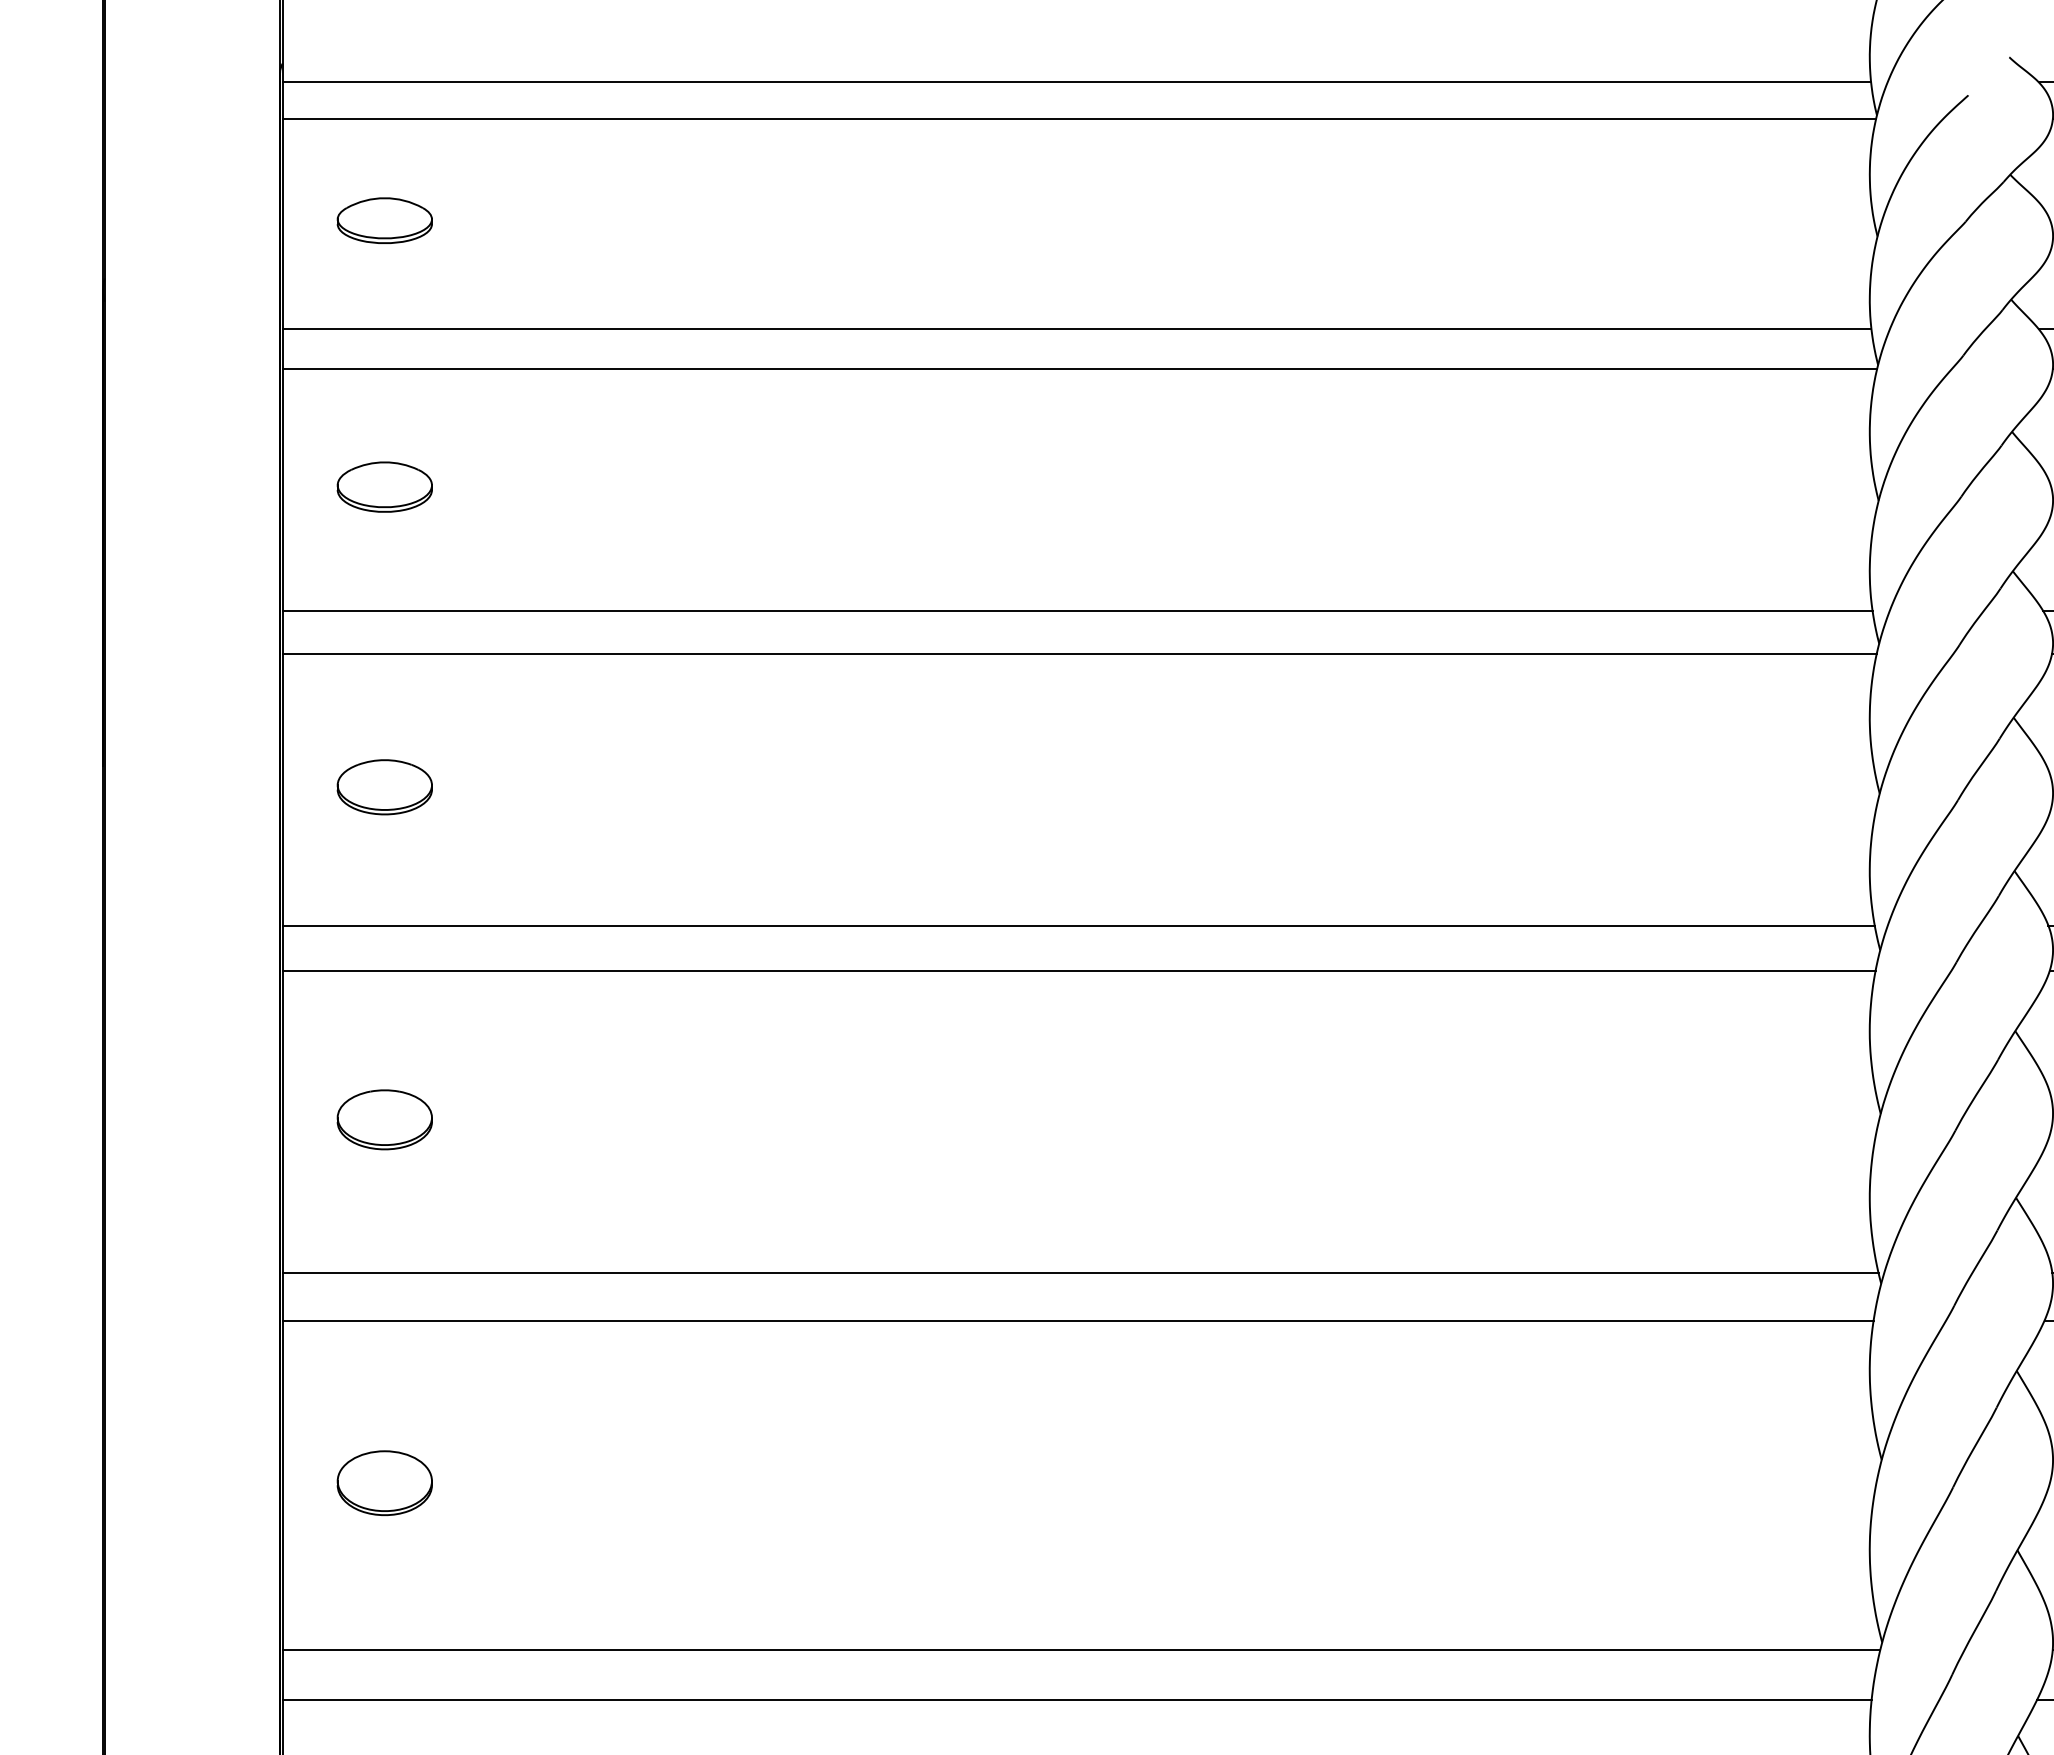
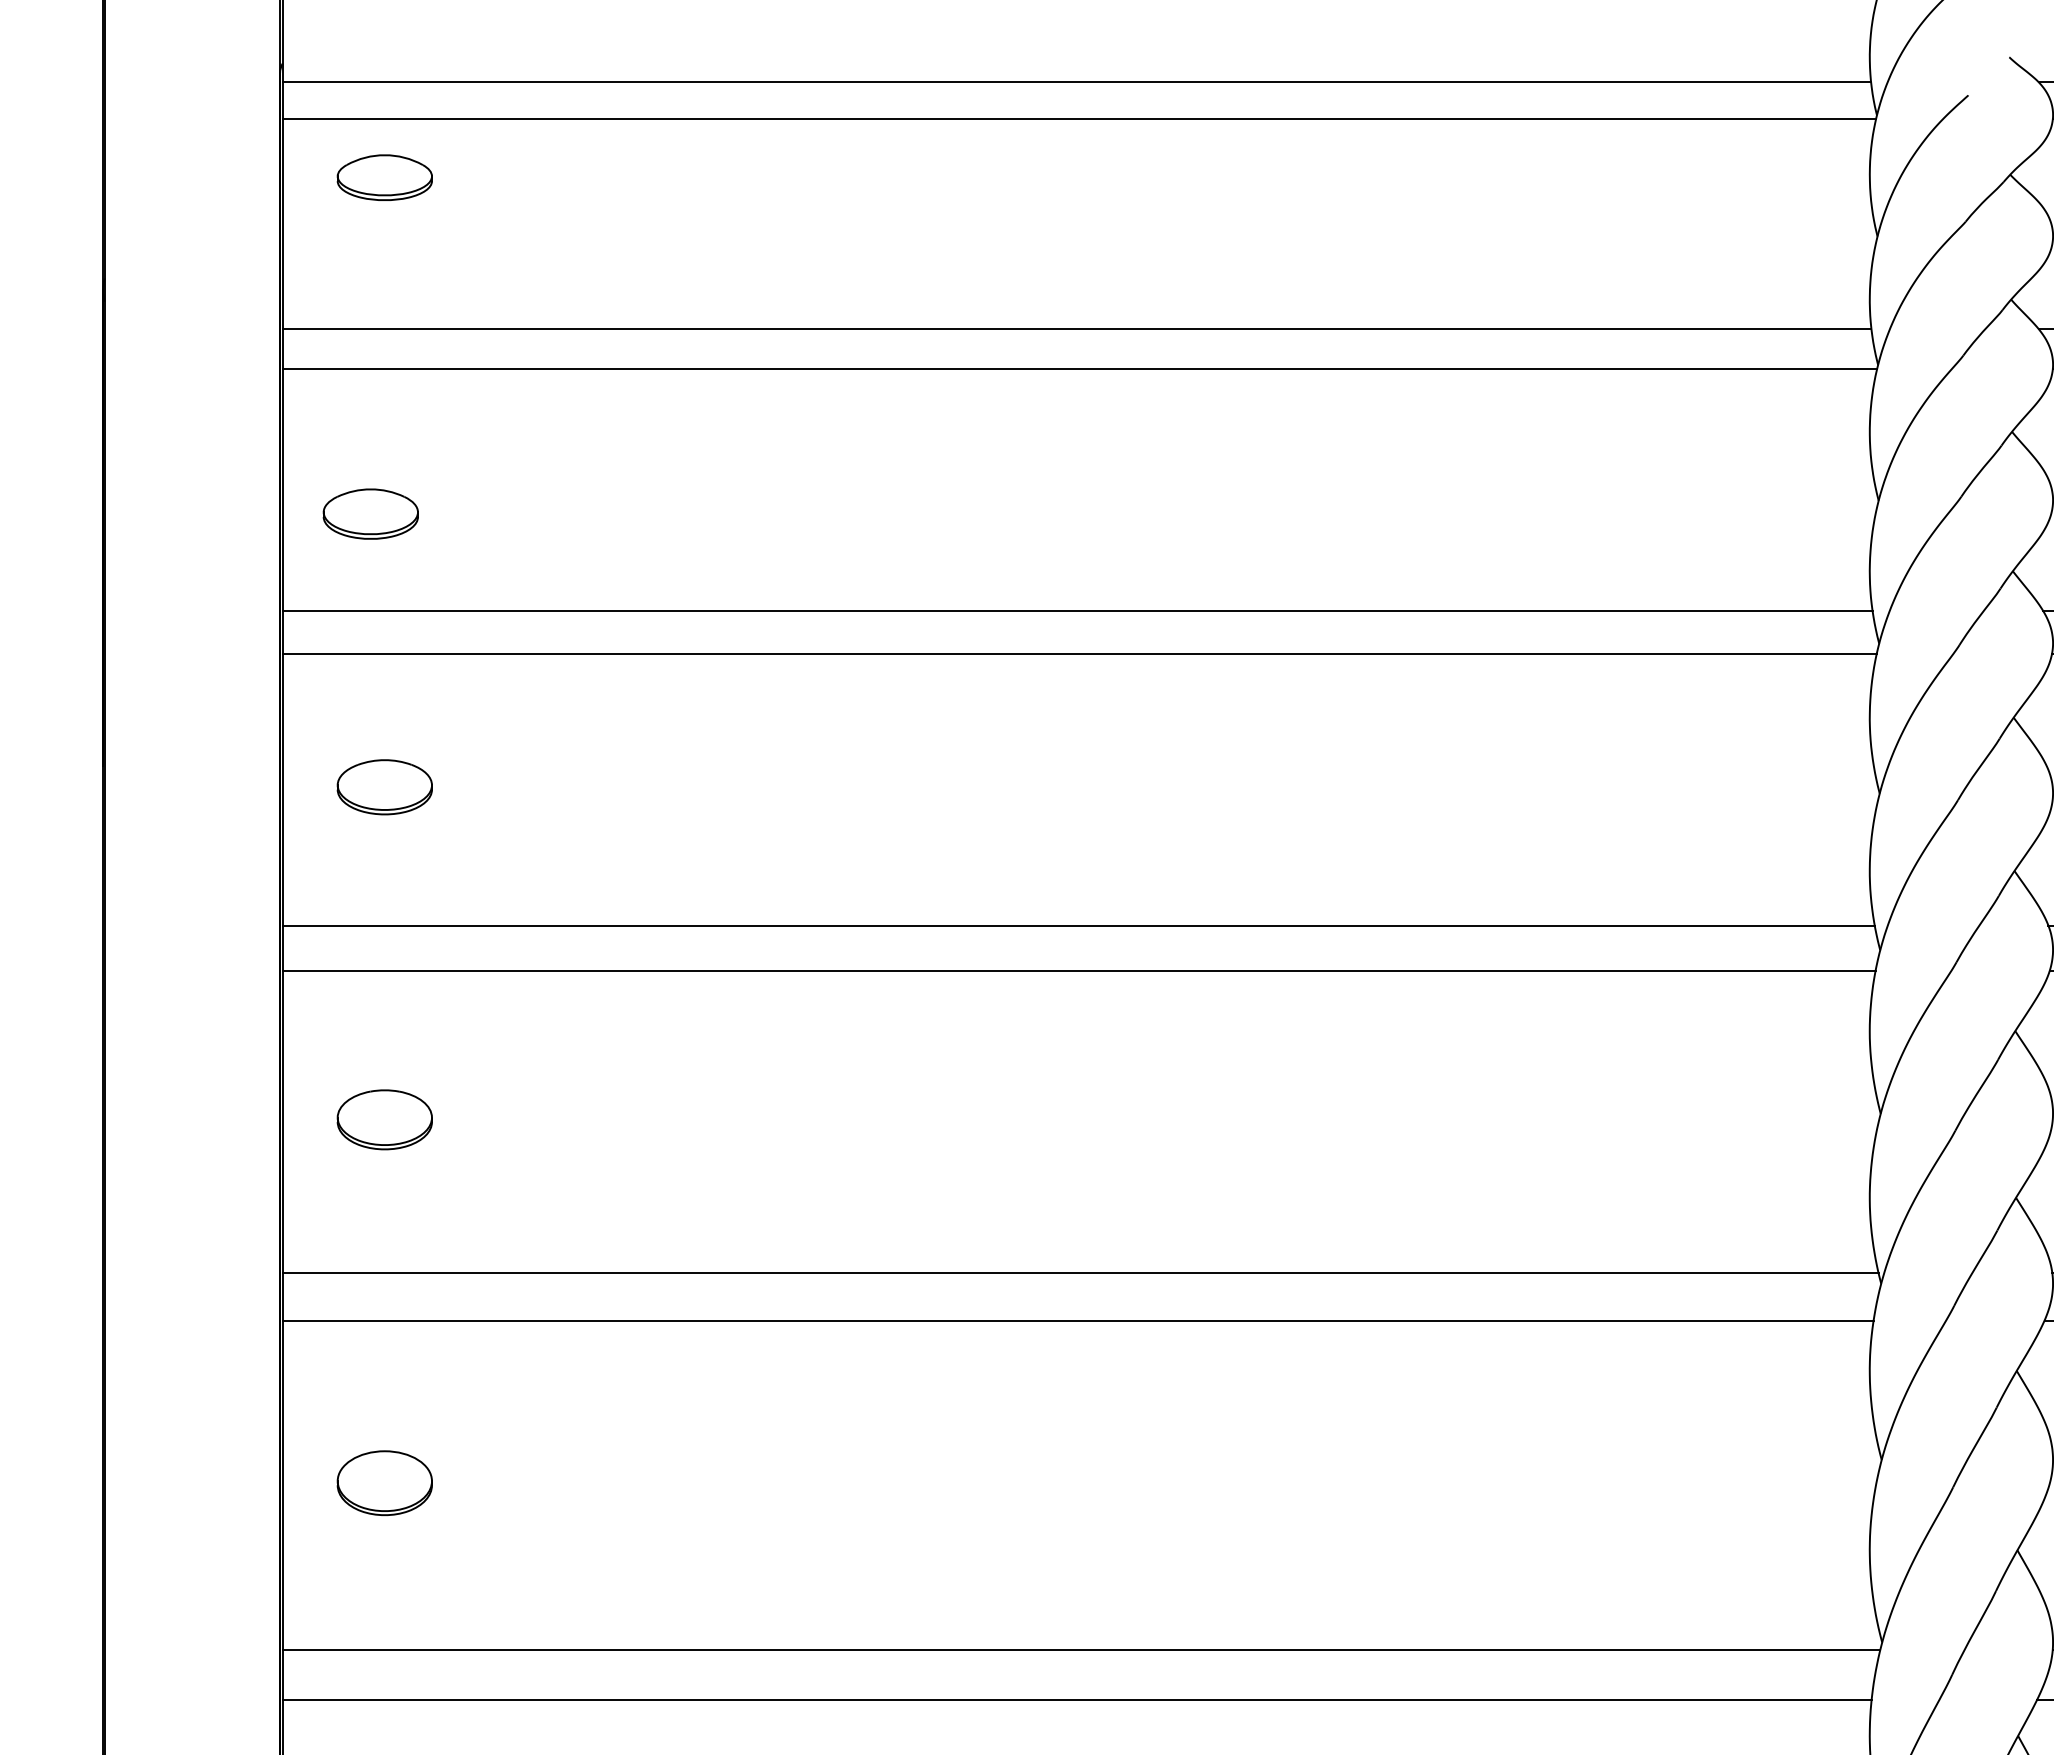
part at (384, 220) position: (384, 220) -> (384, 177)
part at (384, 486) position: (384, 486) -> (370, 513)
